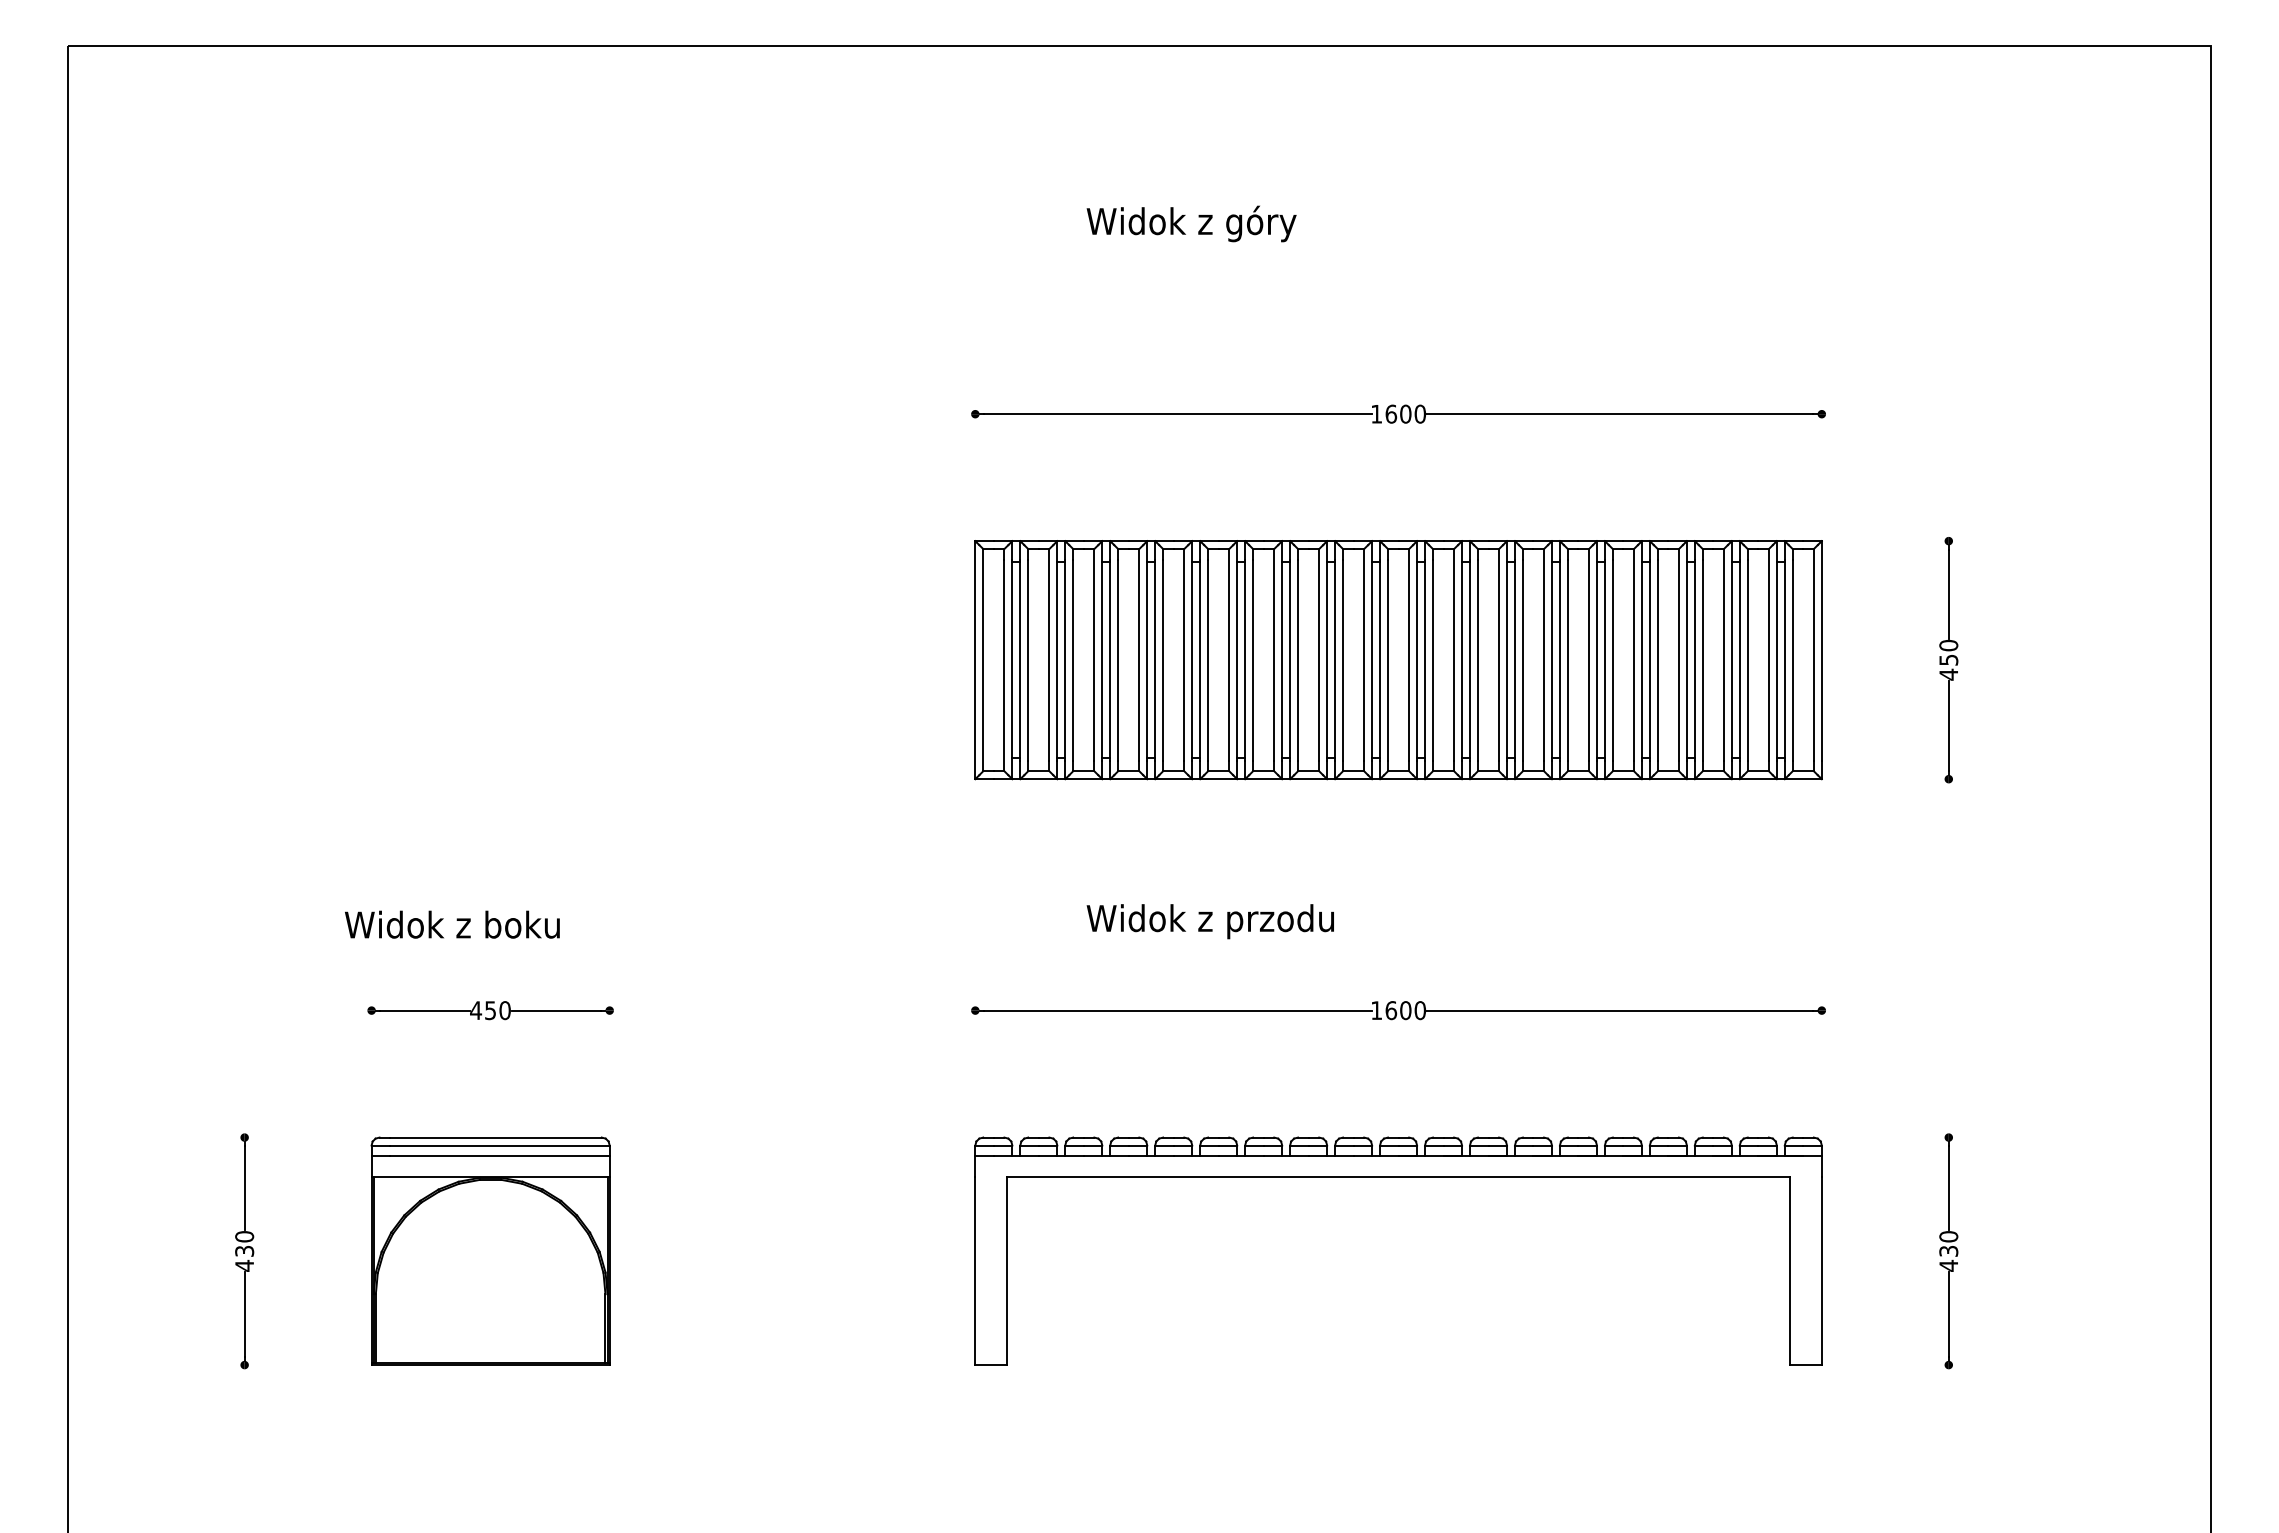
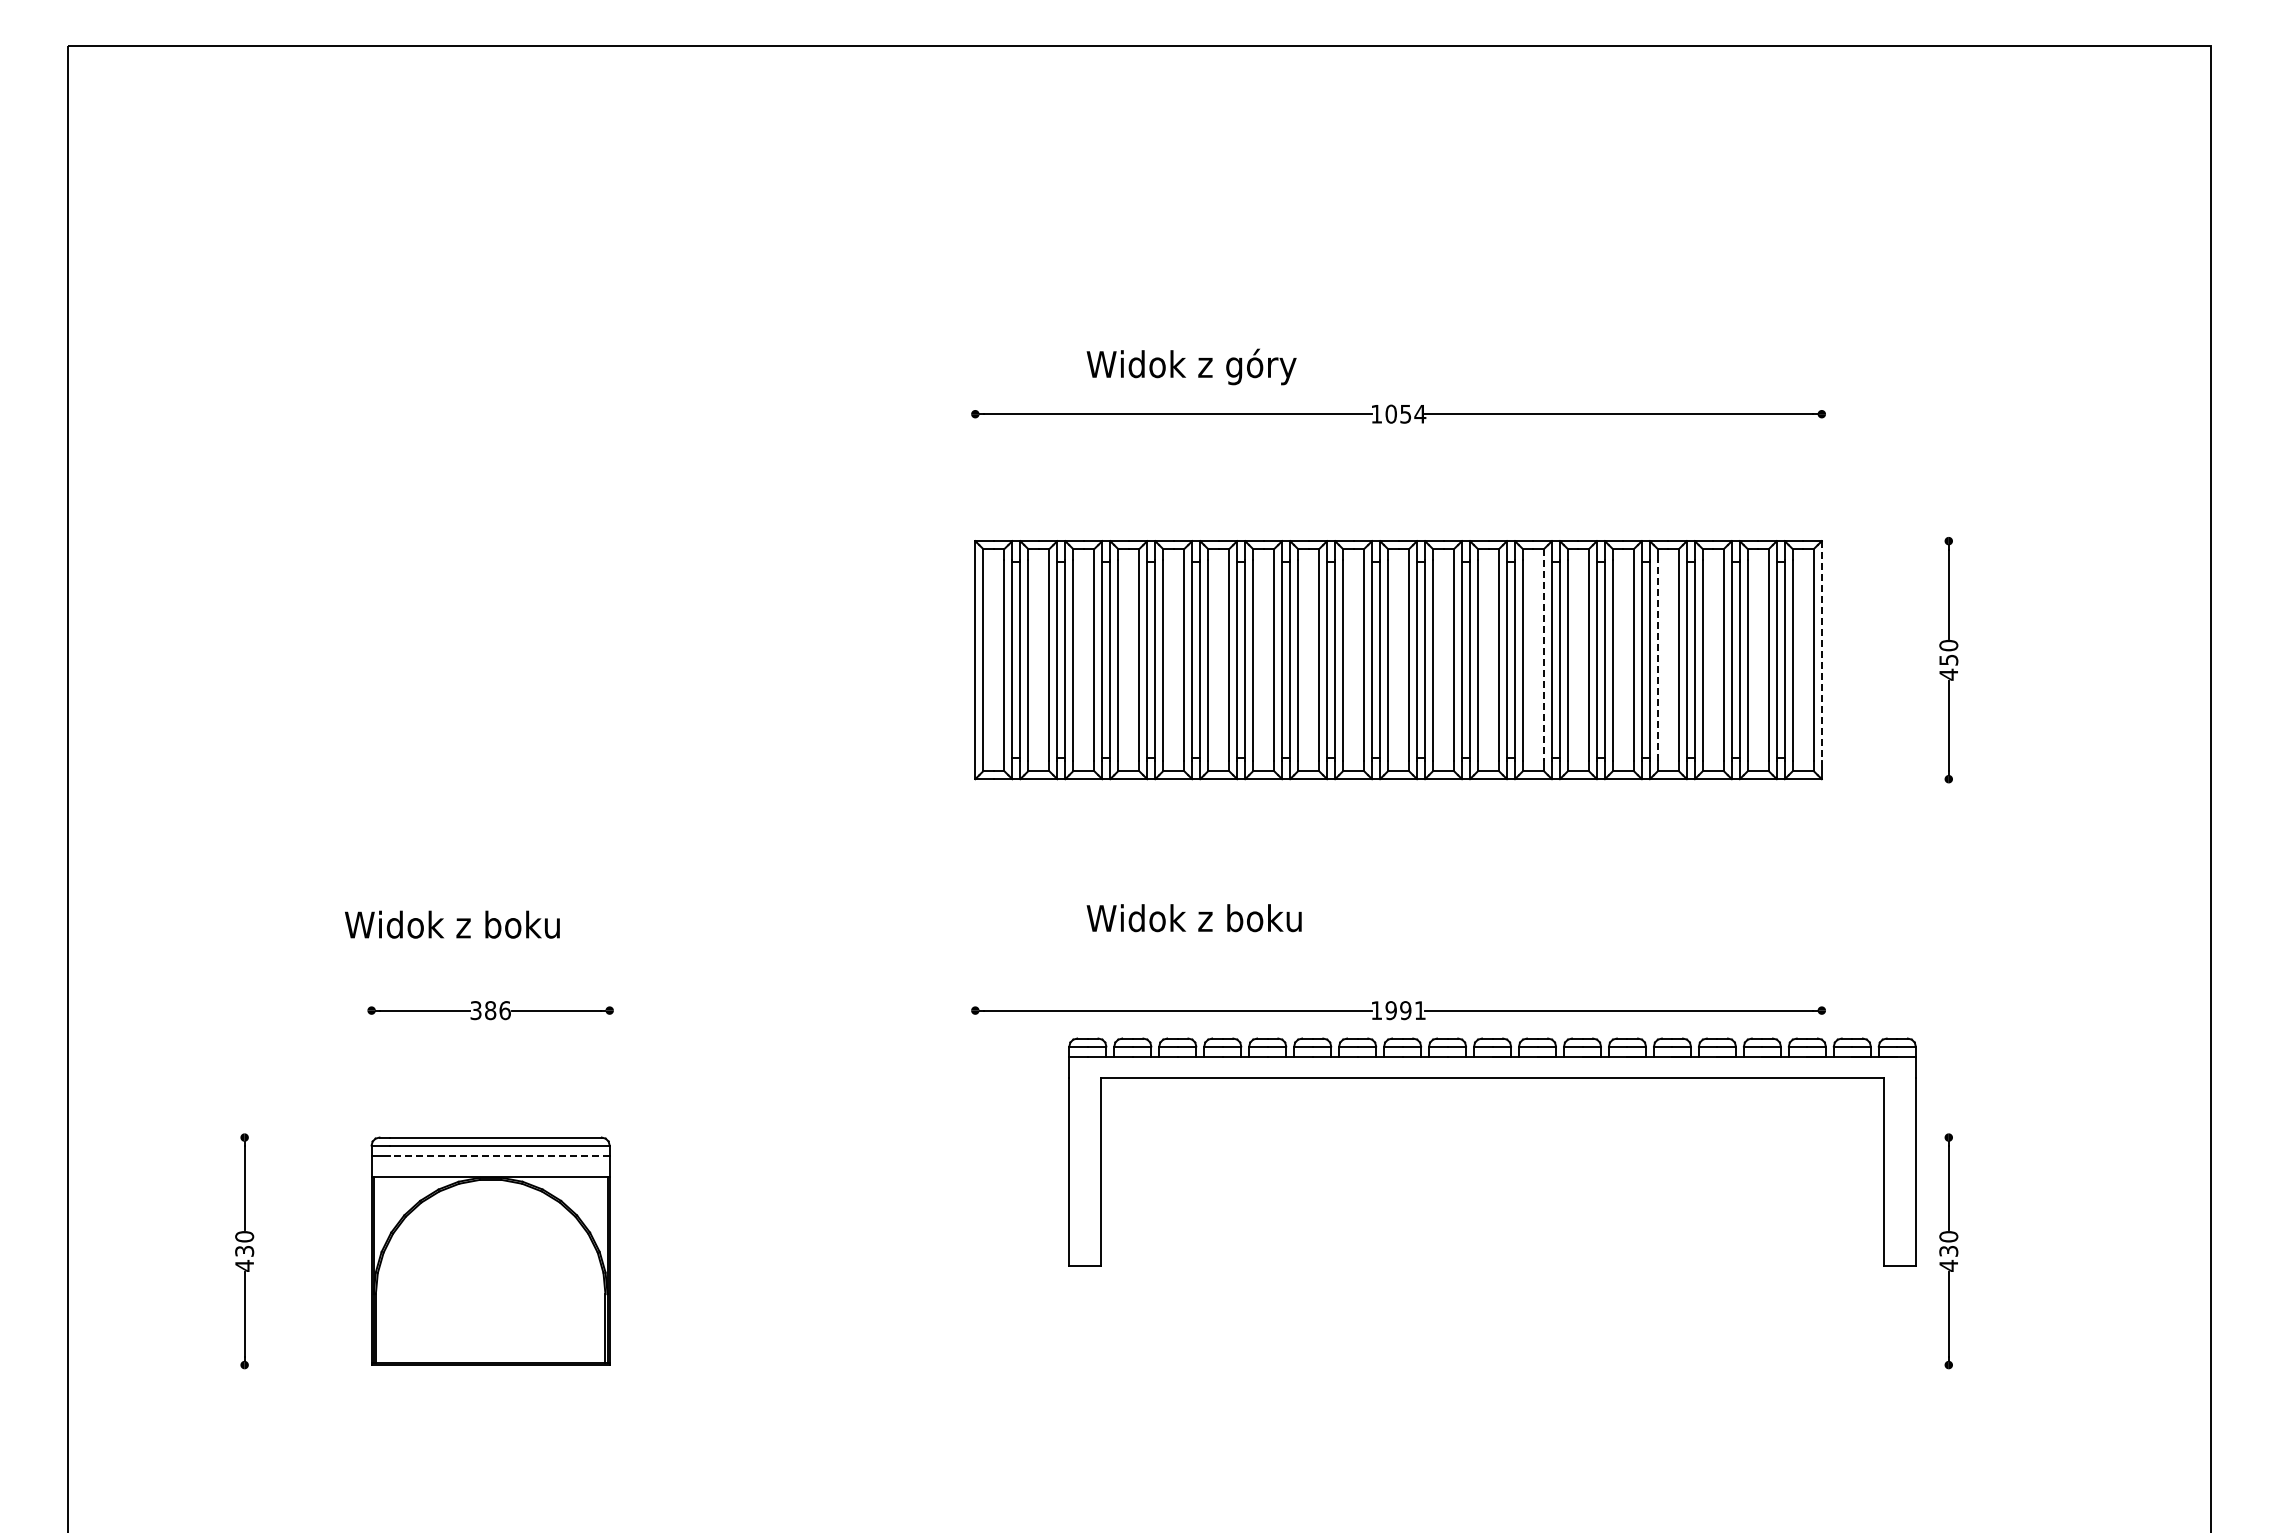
text at (1191, 223) position: (1191, 223) -> (1191, 366)
text at (1405, 413): 1600 -> 1054
line at (1821, 650): solid -> dashed
line at (1544, 654): solid -> dashed
line at (1657, 660): solid -> dashed
text at (1280, 921): Widok z przodu -> Widok z boku
text at (490, 1010): 450 -> 386
text at (1405, 1010): 1600 -> 1991
line at (499, 1156): solid -> dashed
part at (1398, 1177) position: (1398, 1177) -> (1492, 1078)
